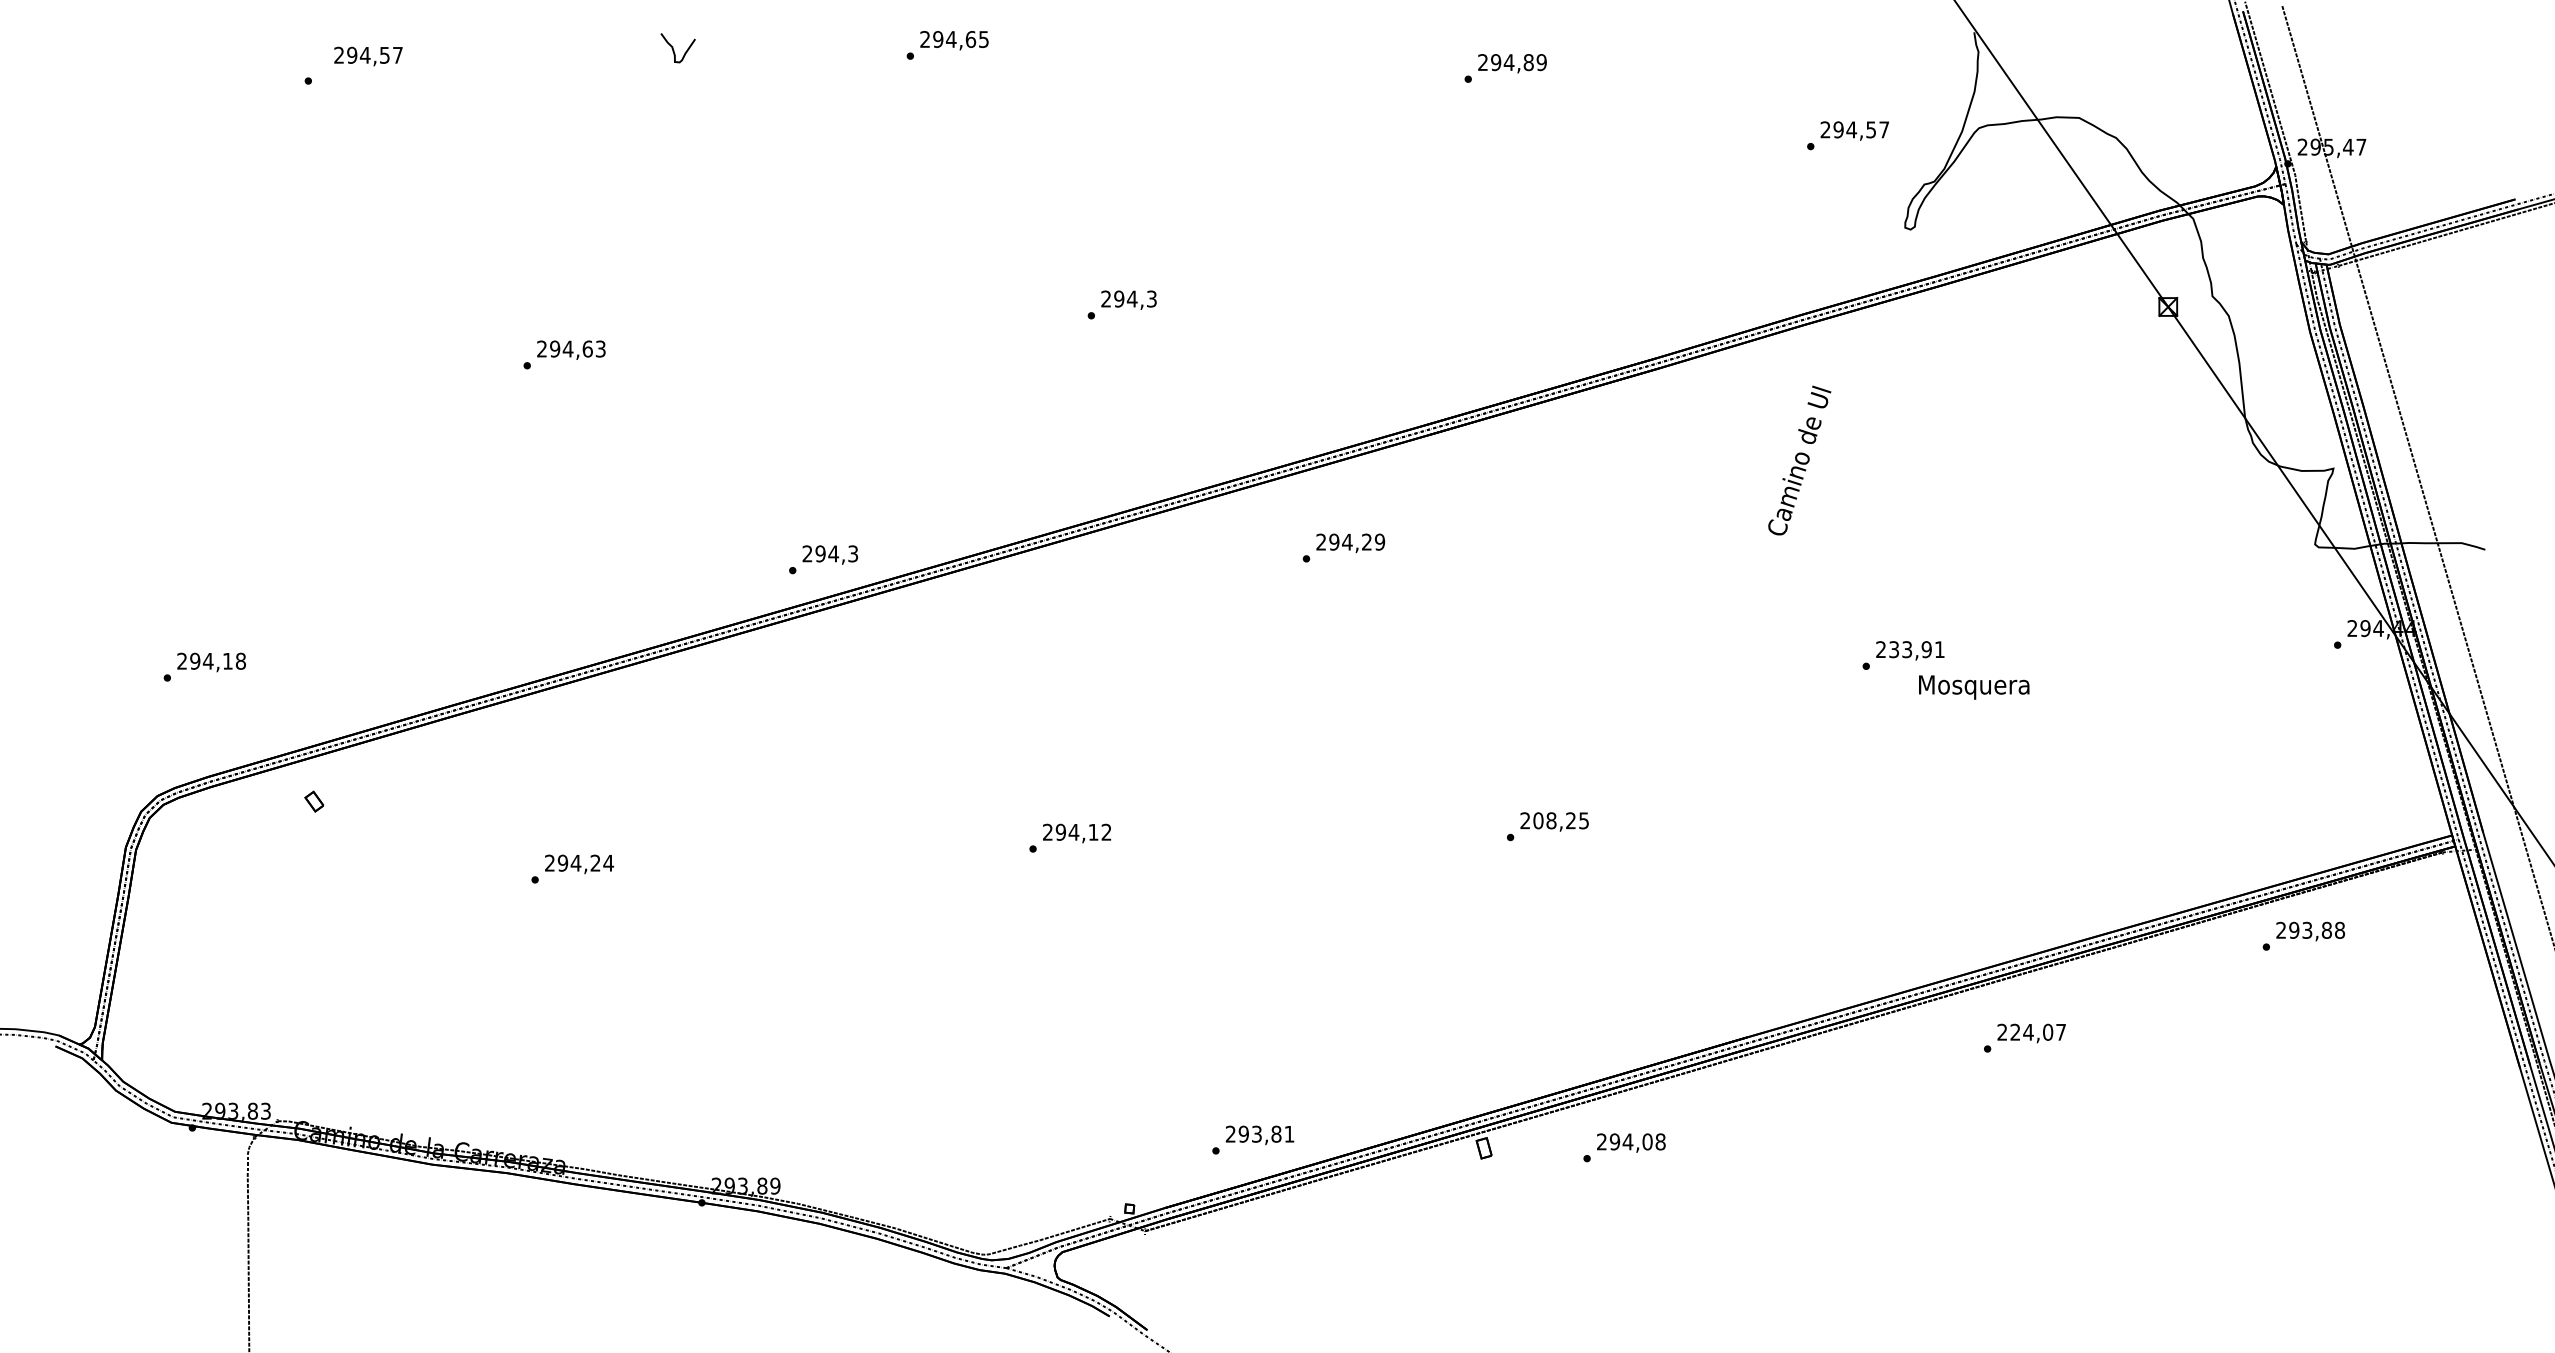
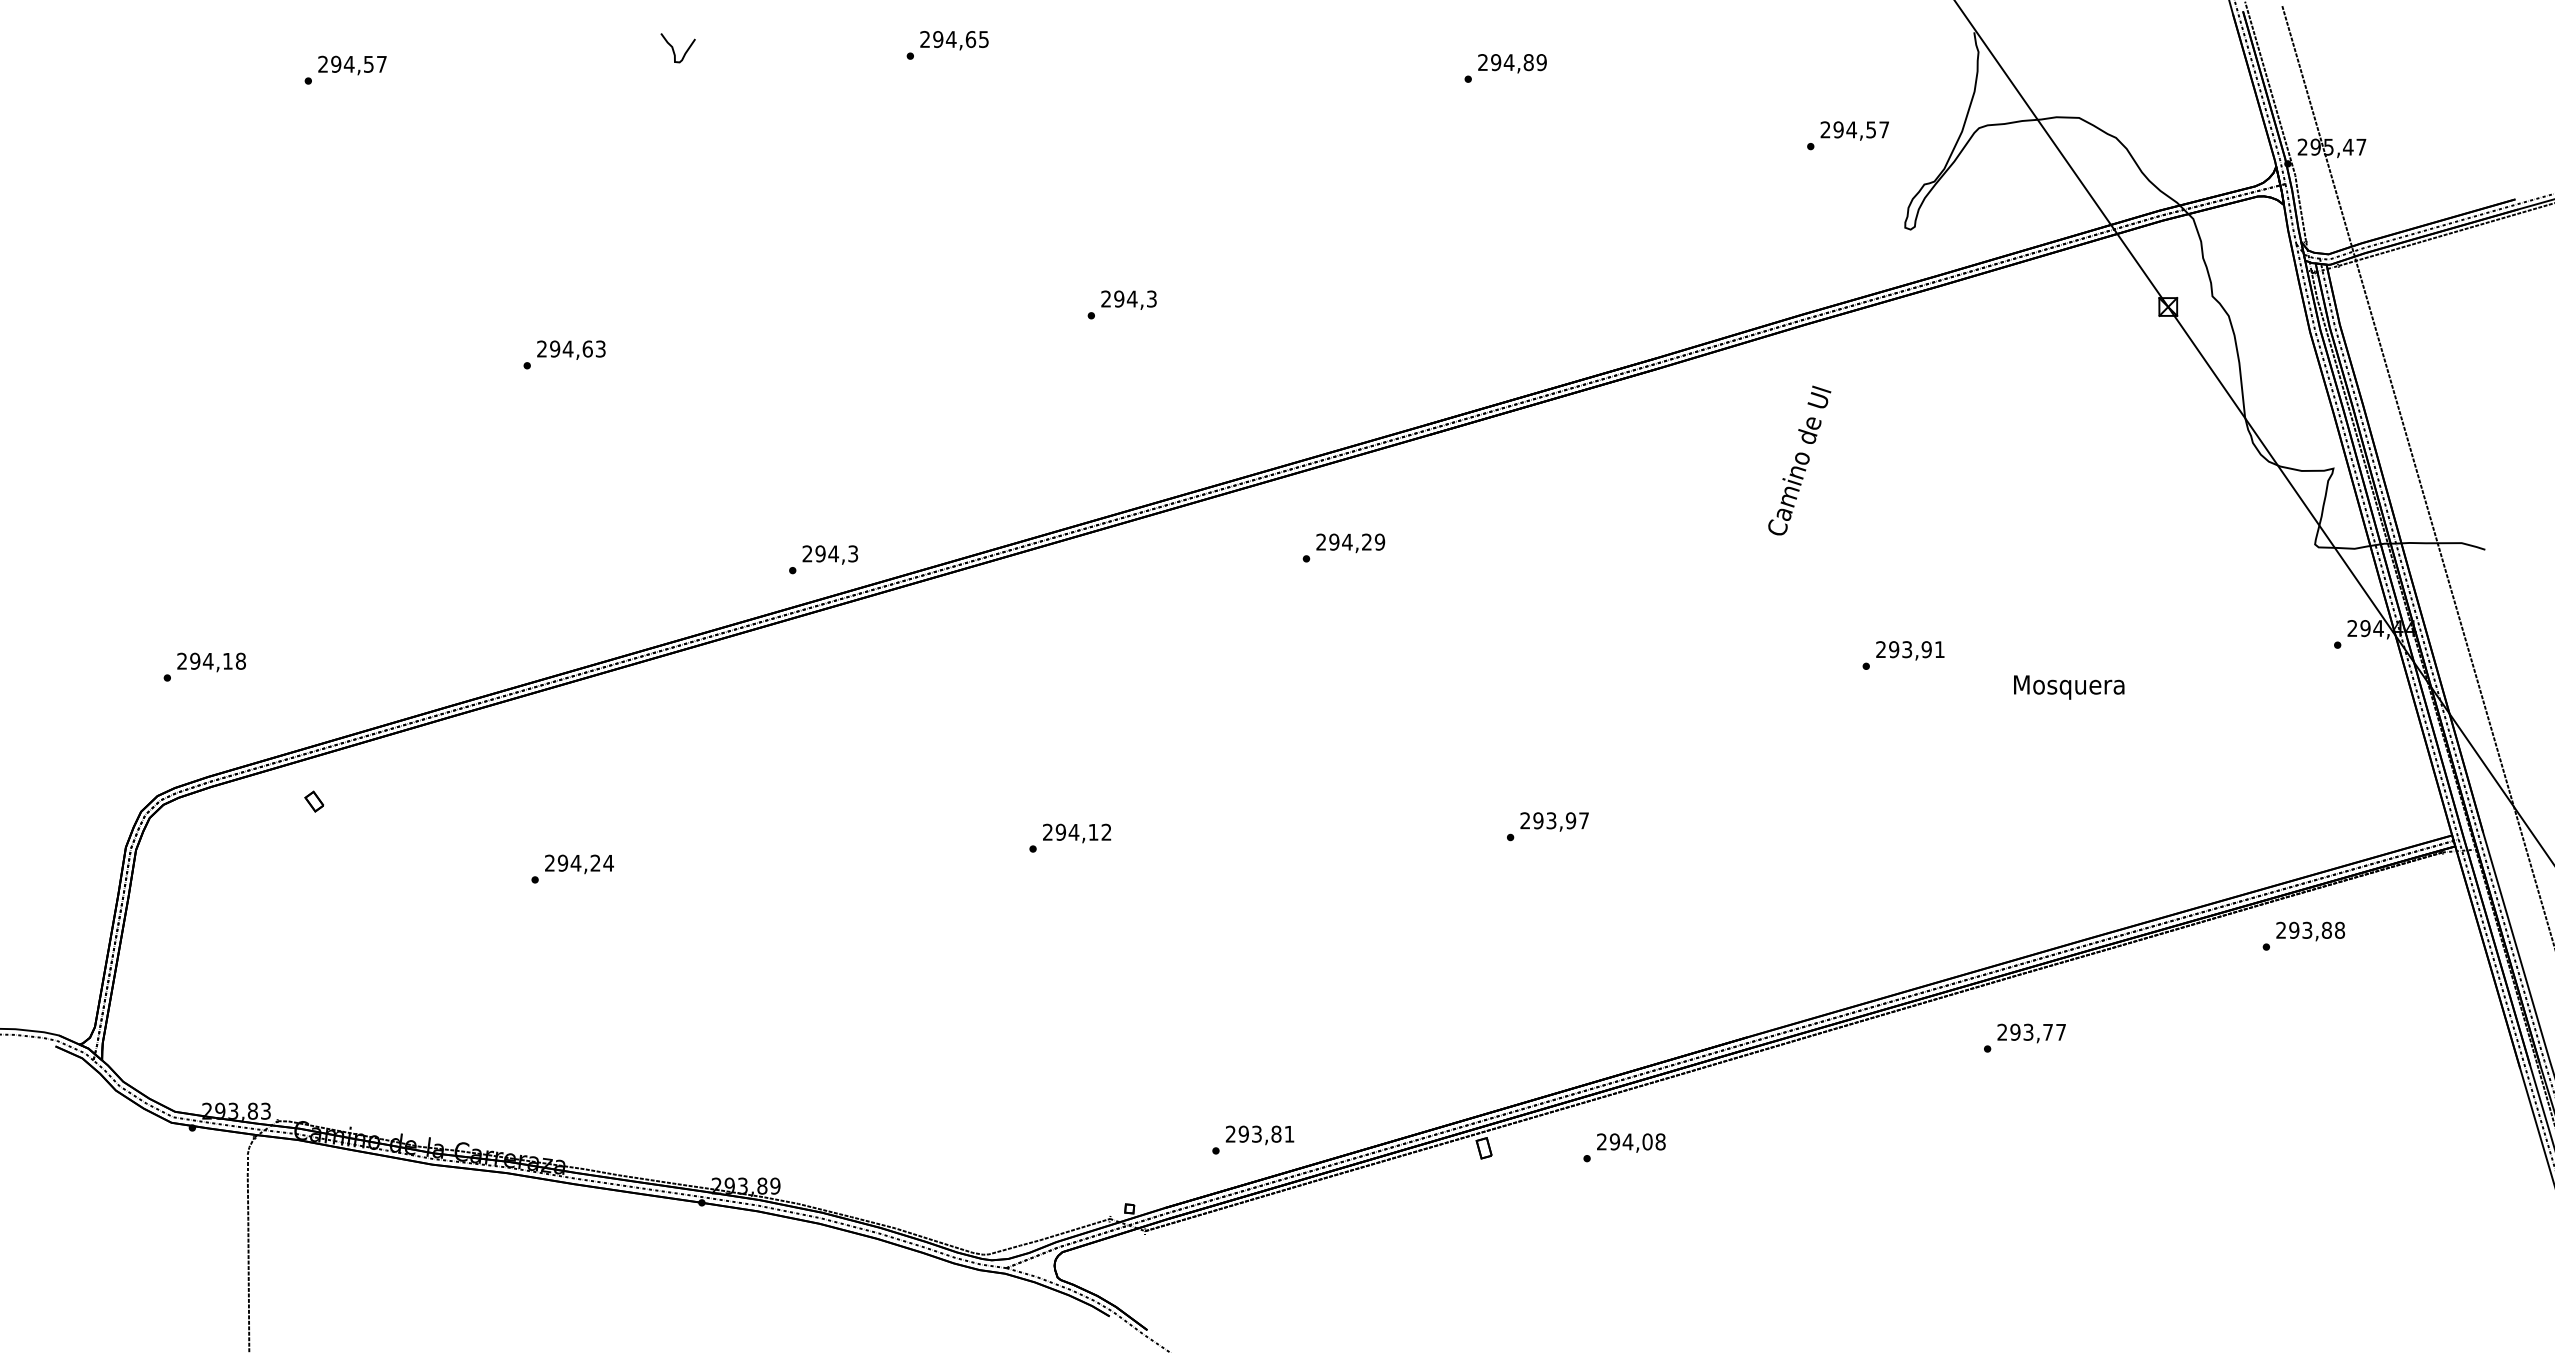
text at (368, 56) position: (368, 56) -> (352, 65)
text at (1894, 649): 233,91 -> 293,91
text at (1974, 687) position: (1974, 687) -> (2069, 687)
text at (1560, 820): 208,25 -> 293,97
text at (2031, 1031): 224,07 -> 293,77
